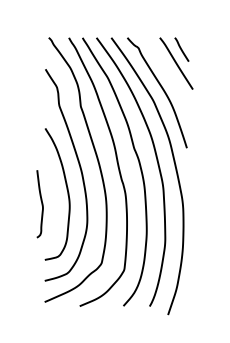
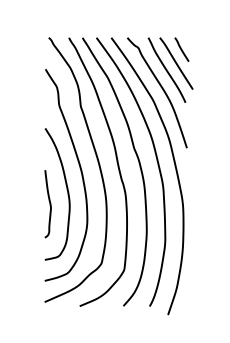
curve at (166, 69): none -> present
curve at (41, 204) position: (41, 204) -> (49, 204)
